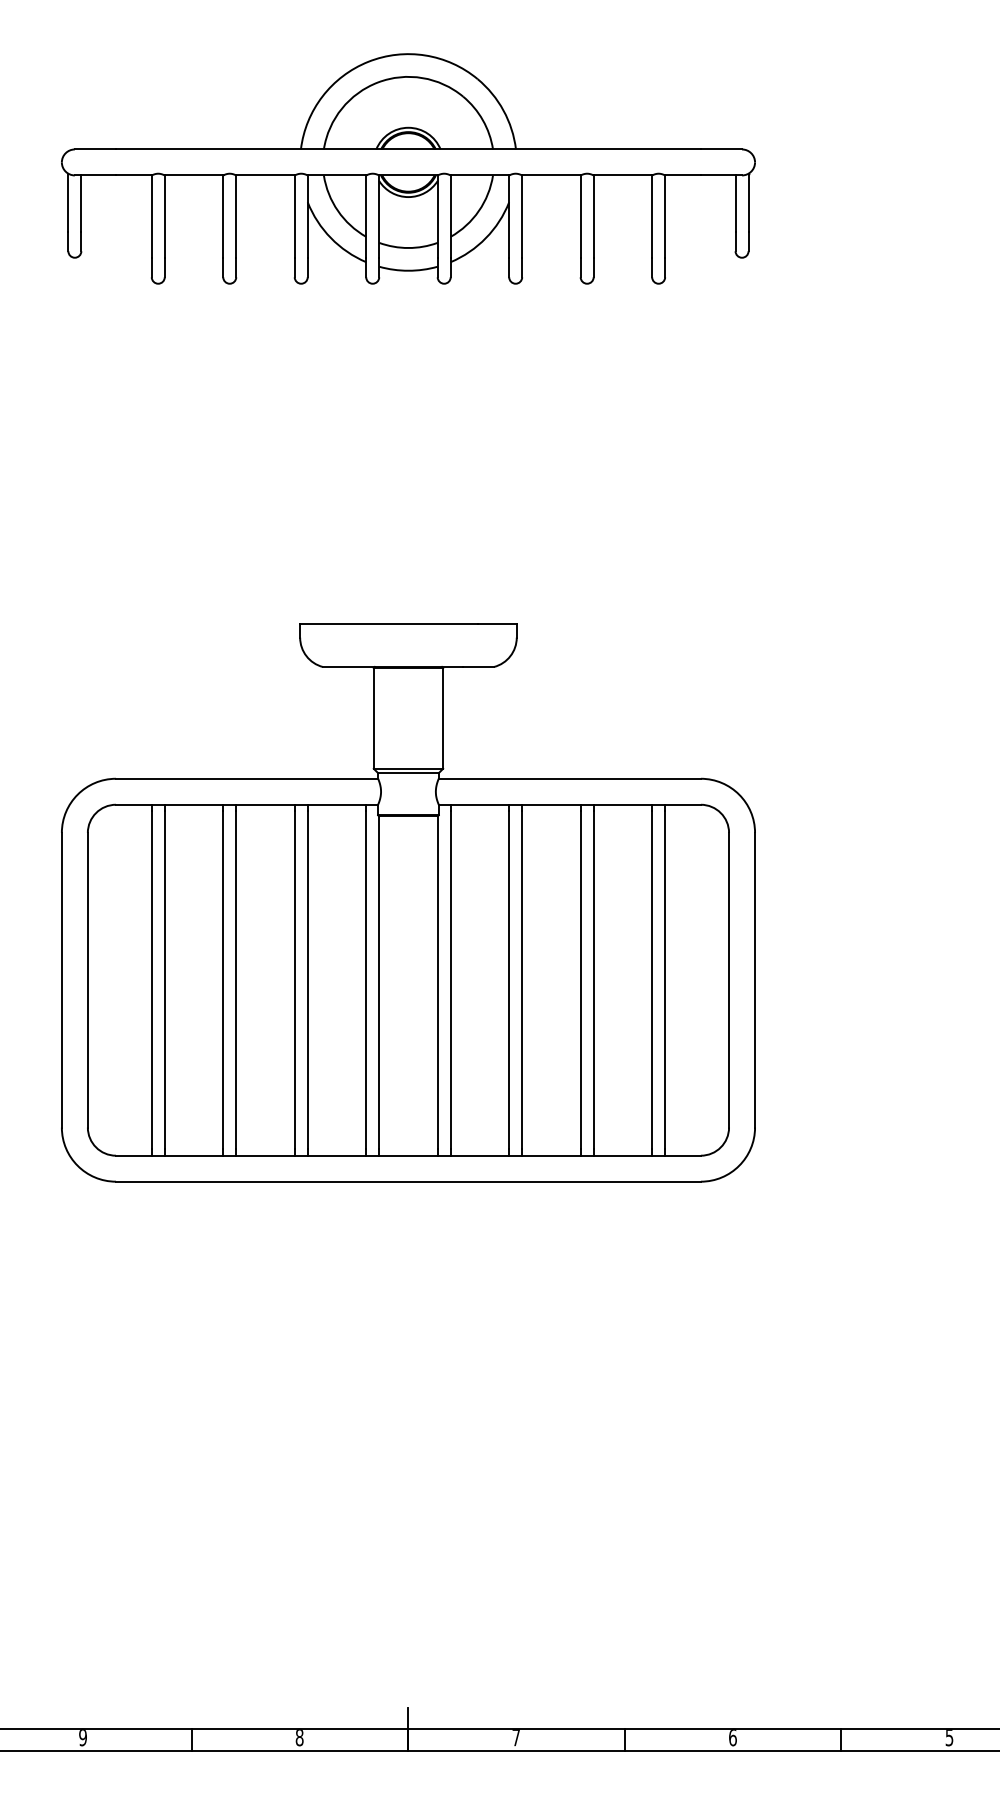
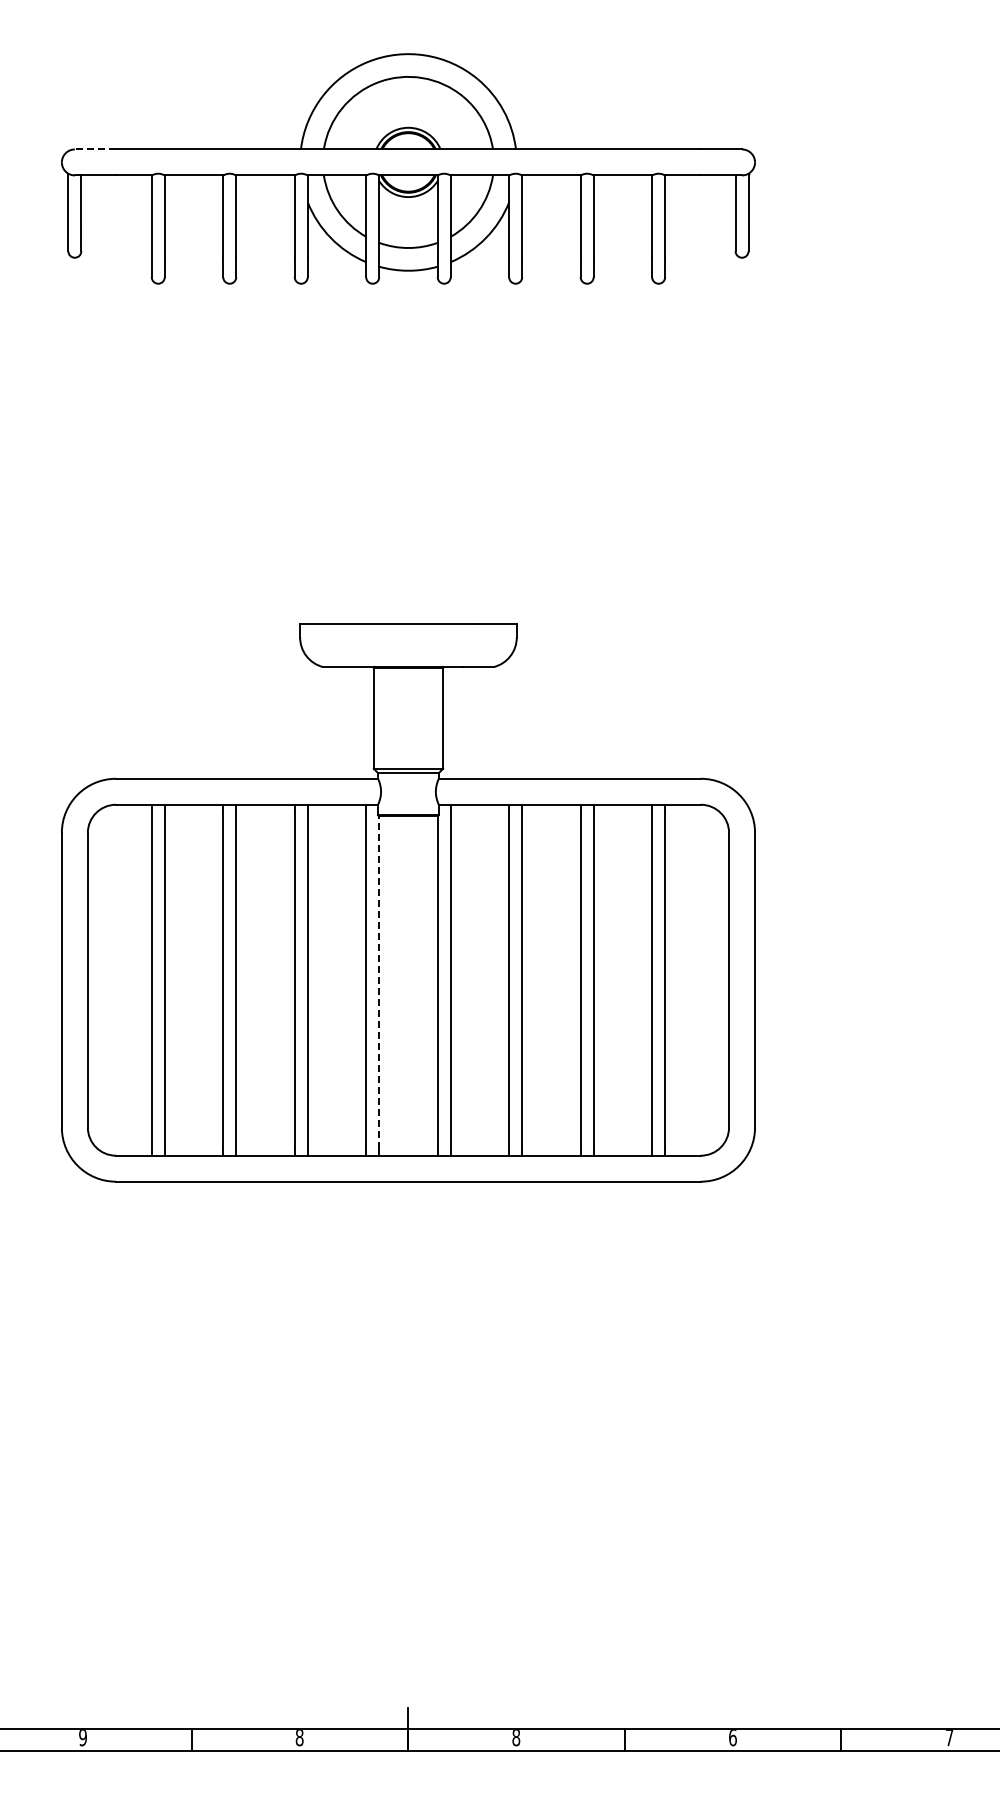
line at (95, 149): solid -> dashed
line at (379, 982): solid -> dashed
text at (516, 1738): 7 -> 8
text at (949, 1738): 5 -> 7
